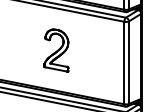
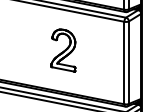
part at (56, 50) position: (56, 50) -> (63, 50)
